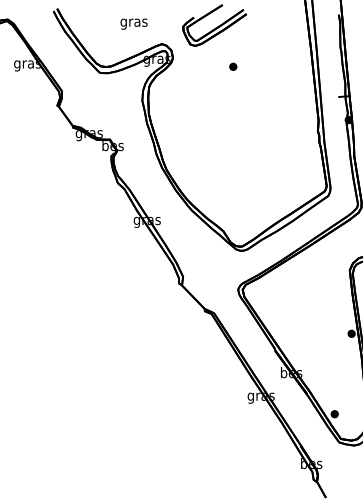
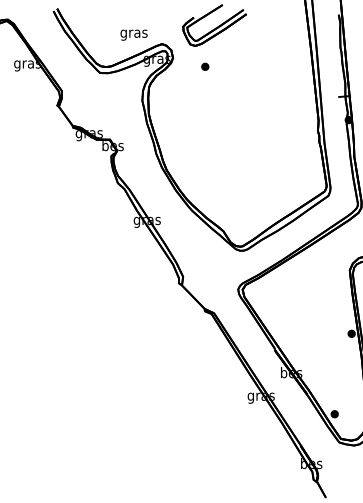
text at (133, 23) position: (133, 23) -> (133, 34)
part at (233, 66) position: (233, 66) -> (205, 66)
